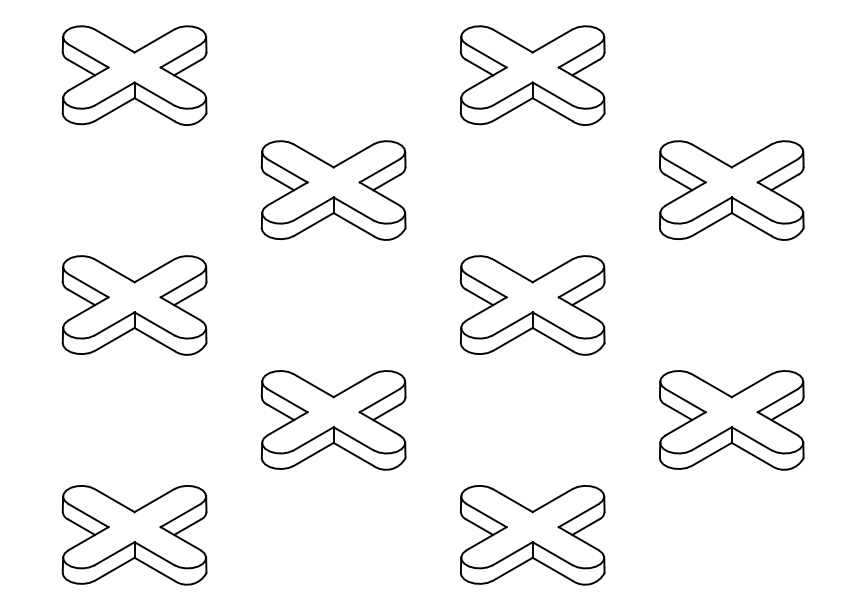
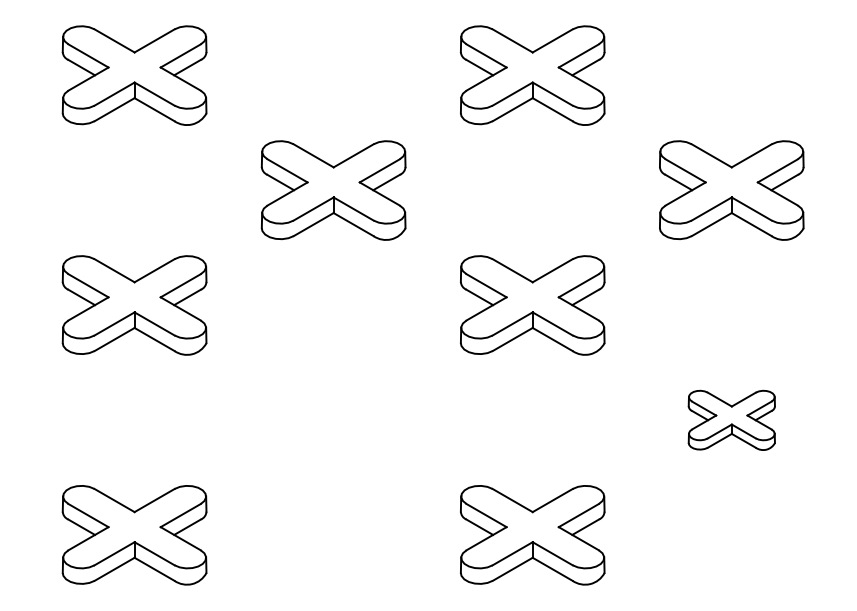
part at (333, 420): present -> none
part at (731, 420) size: 146x101 px -> 89x62 px
